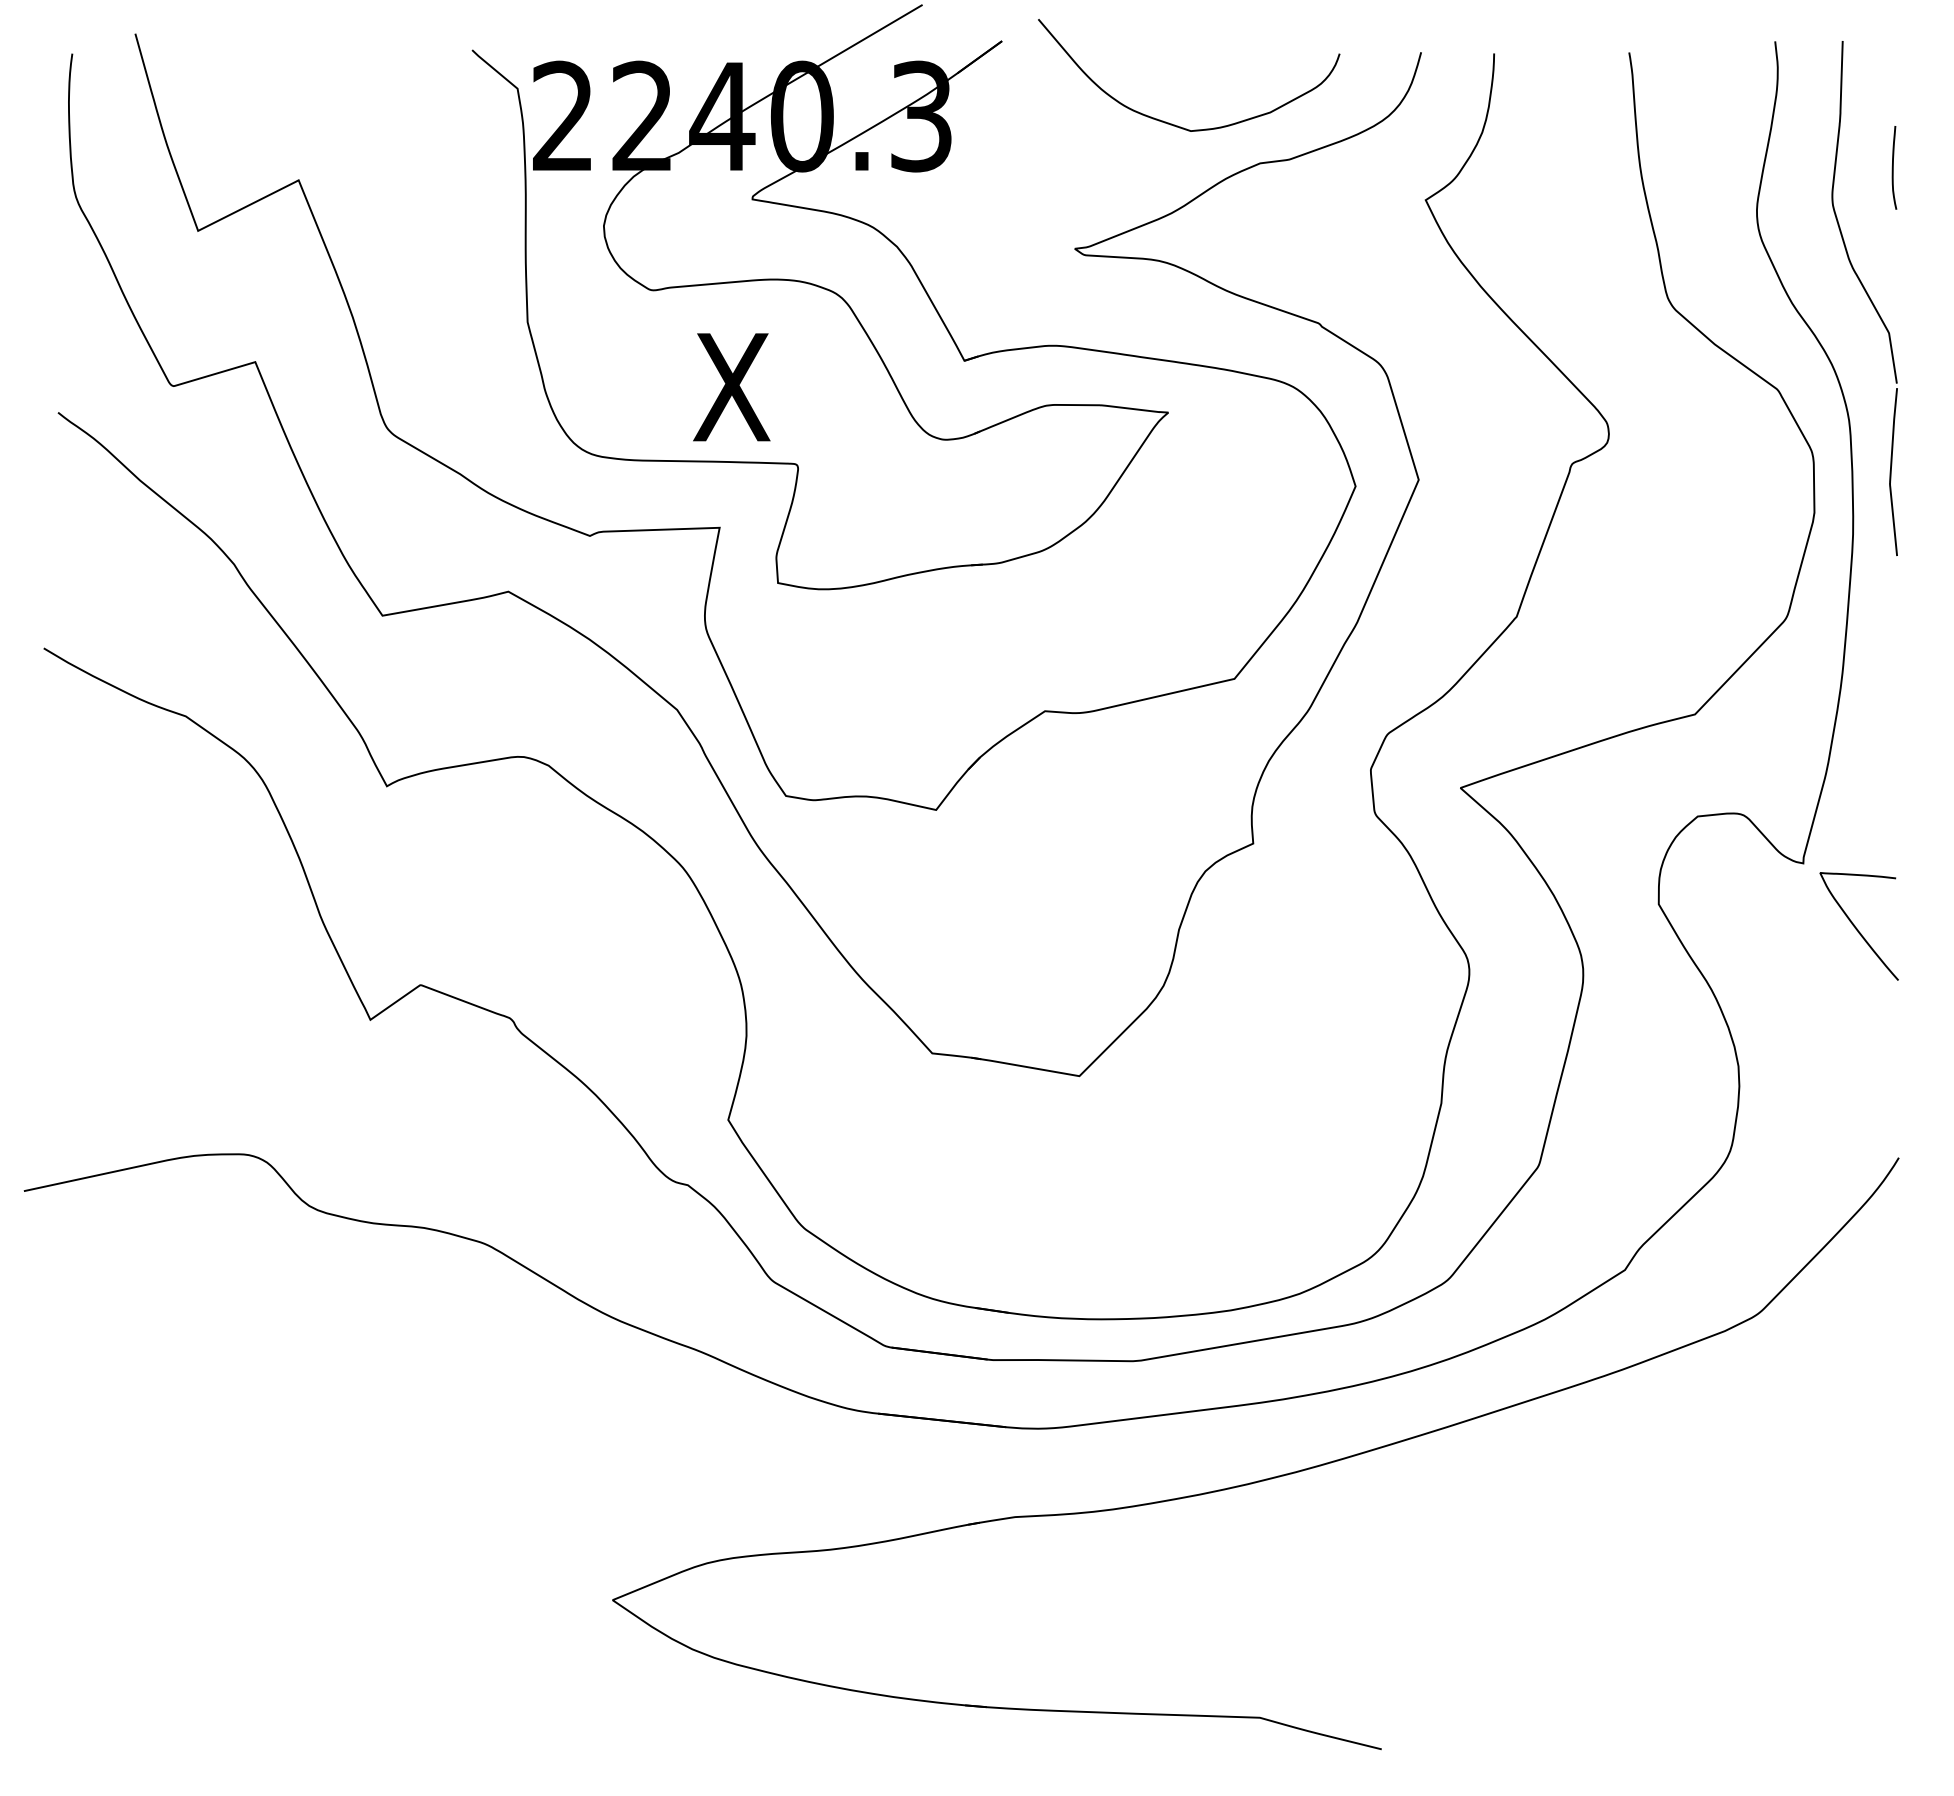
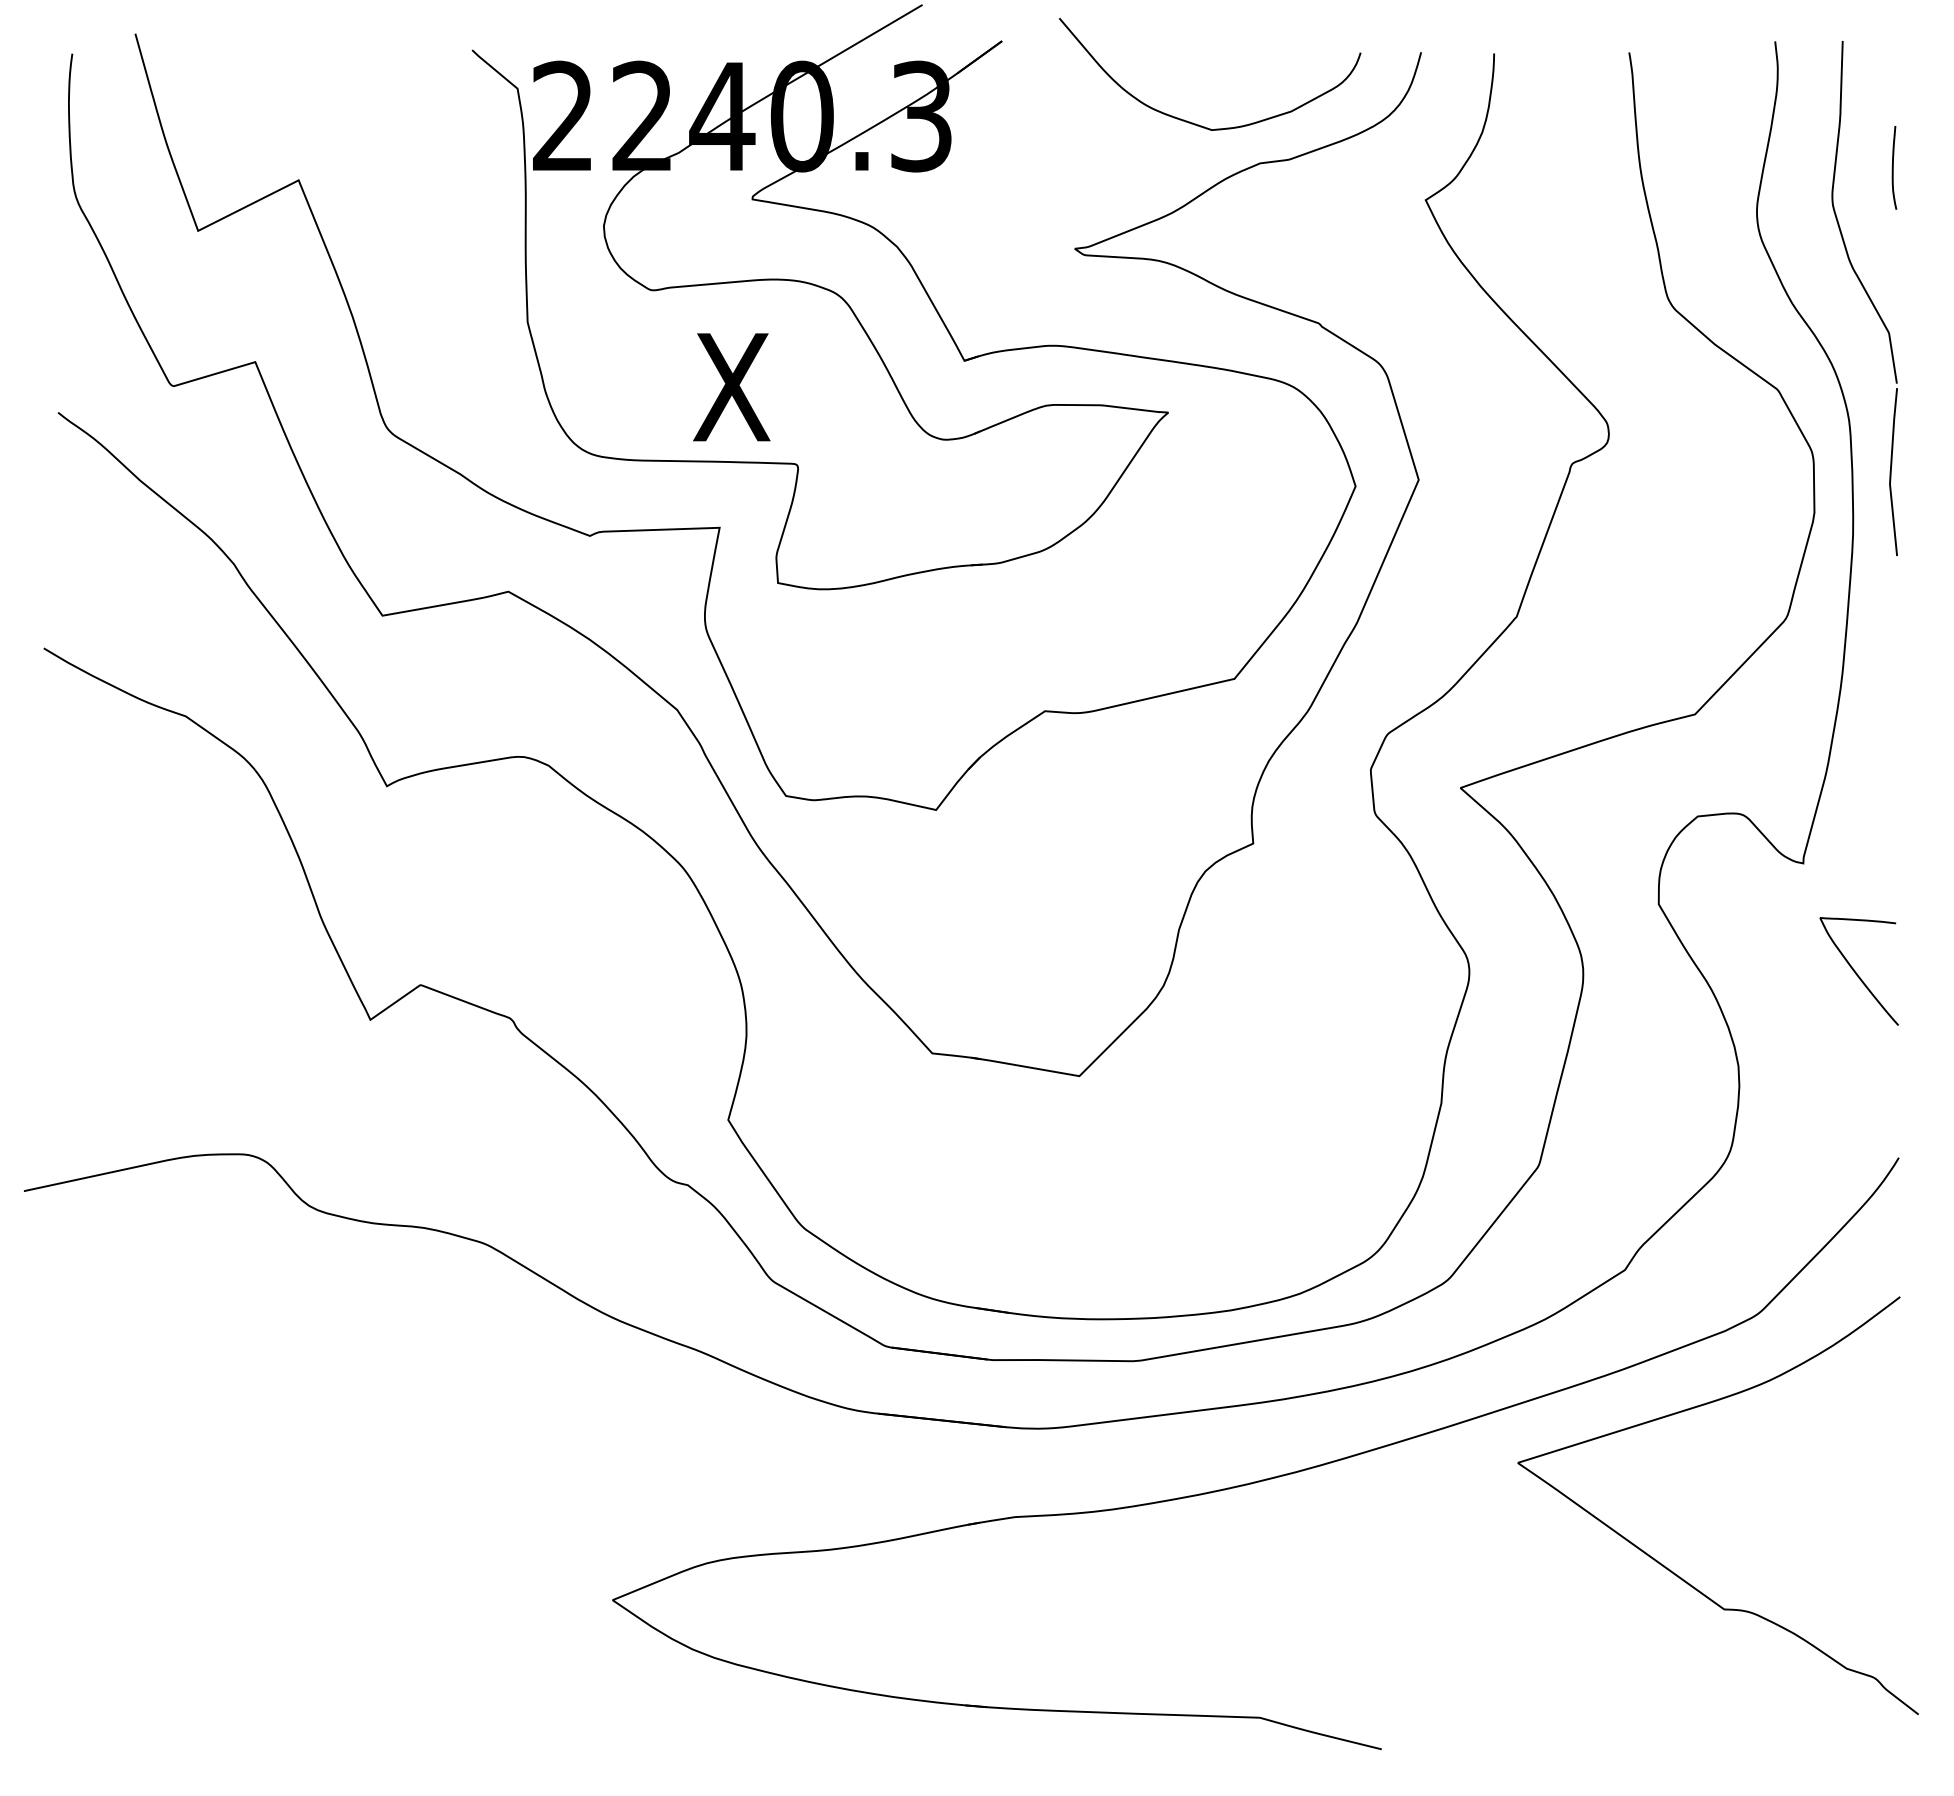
curve at (1169, 122) position: (1169, 122) -> (1190, 121)
curve at (1856, 927) position: (1856, 927) -> (1856, 972)
curve at (1670, 1569): none -> present
